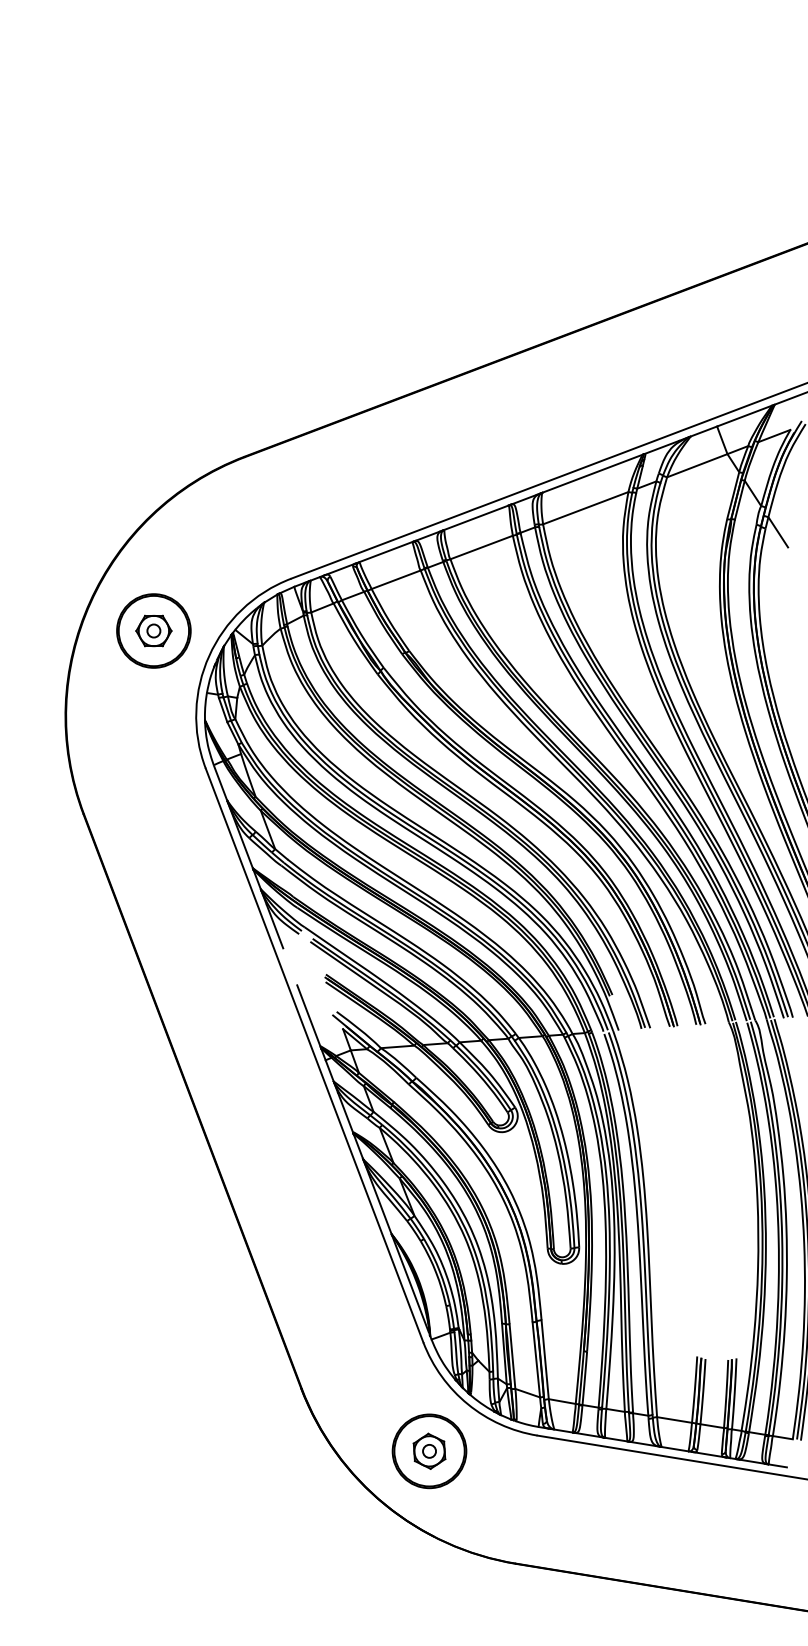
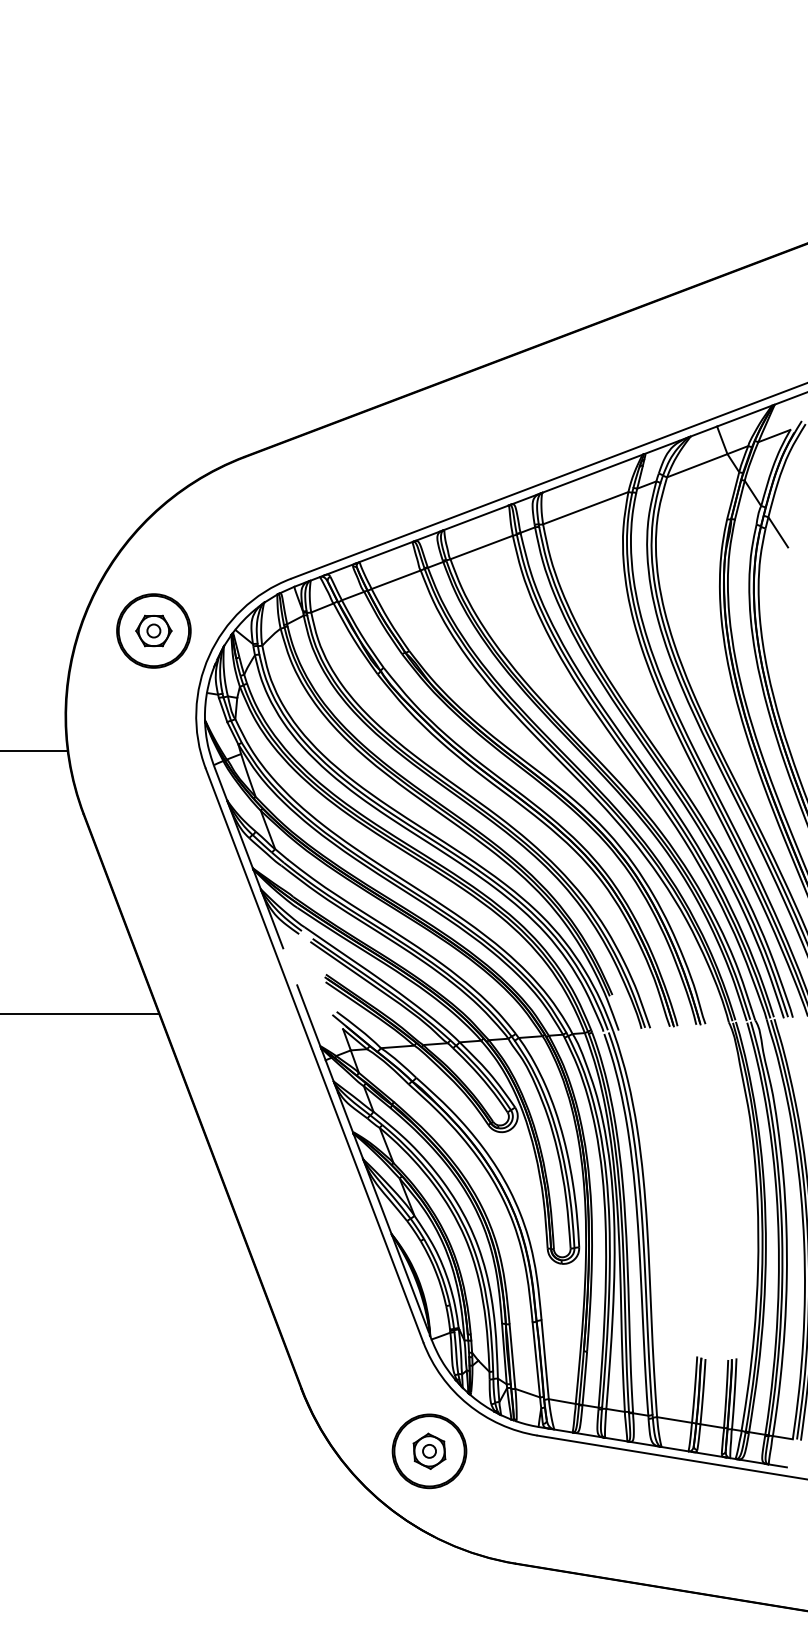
line at (34, 750): none -> present
line at (80, 1014): none -> present
